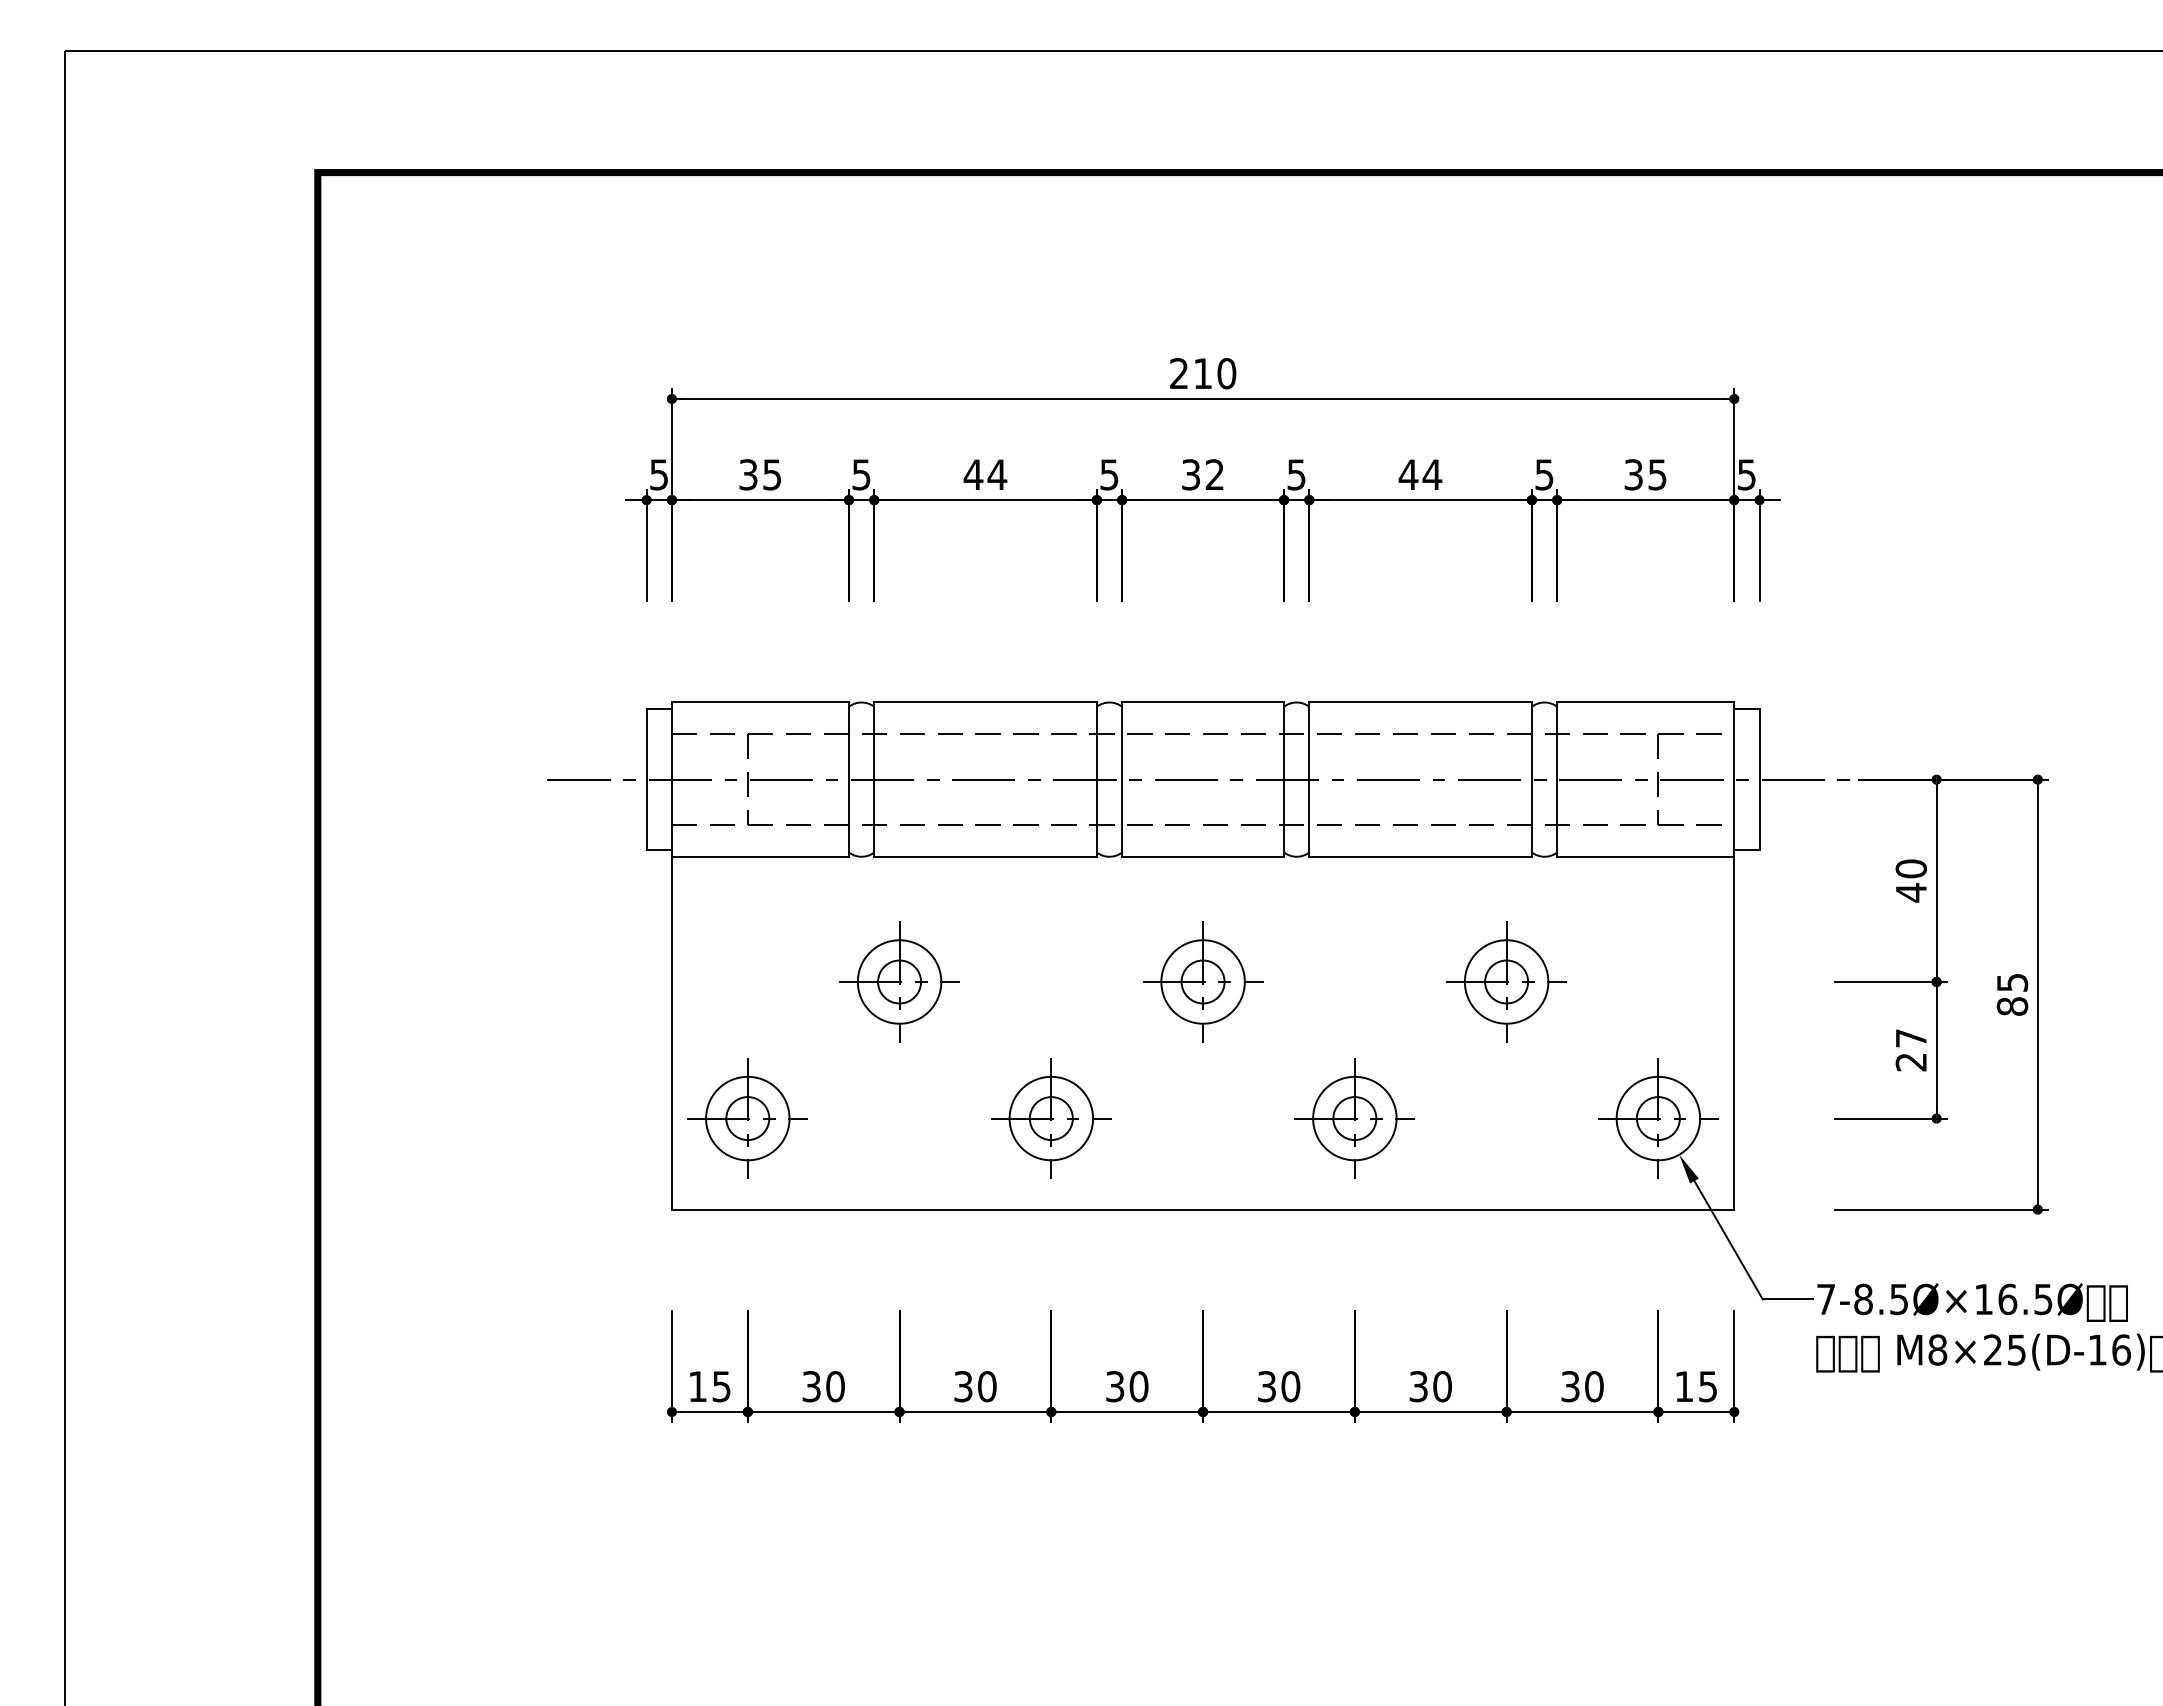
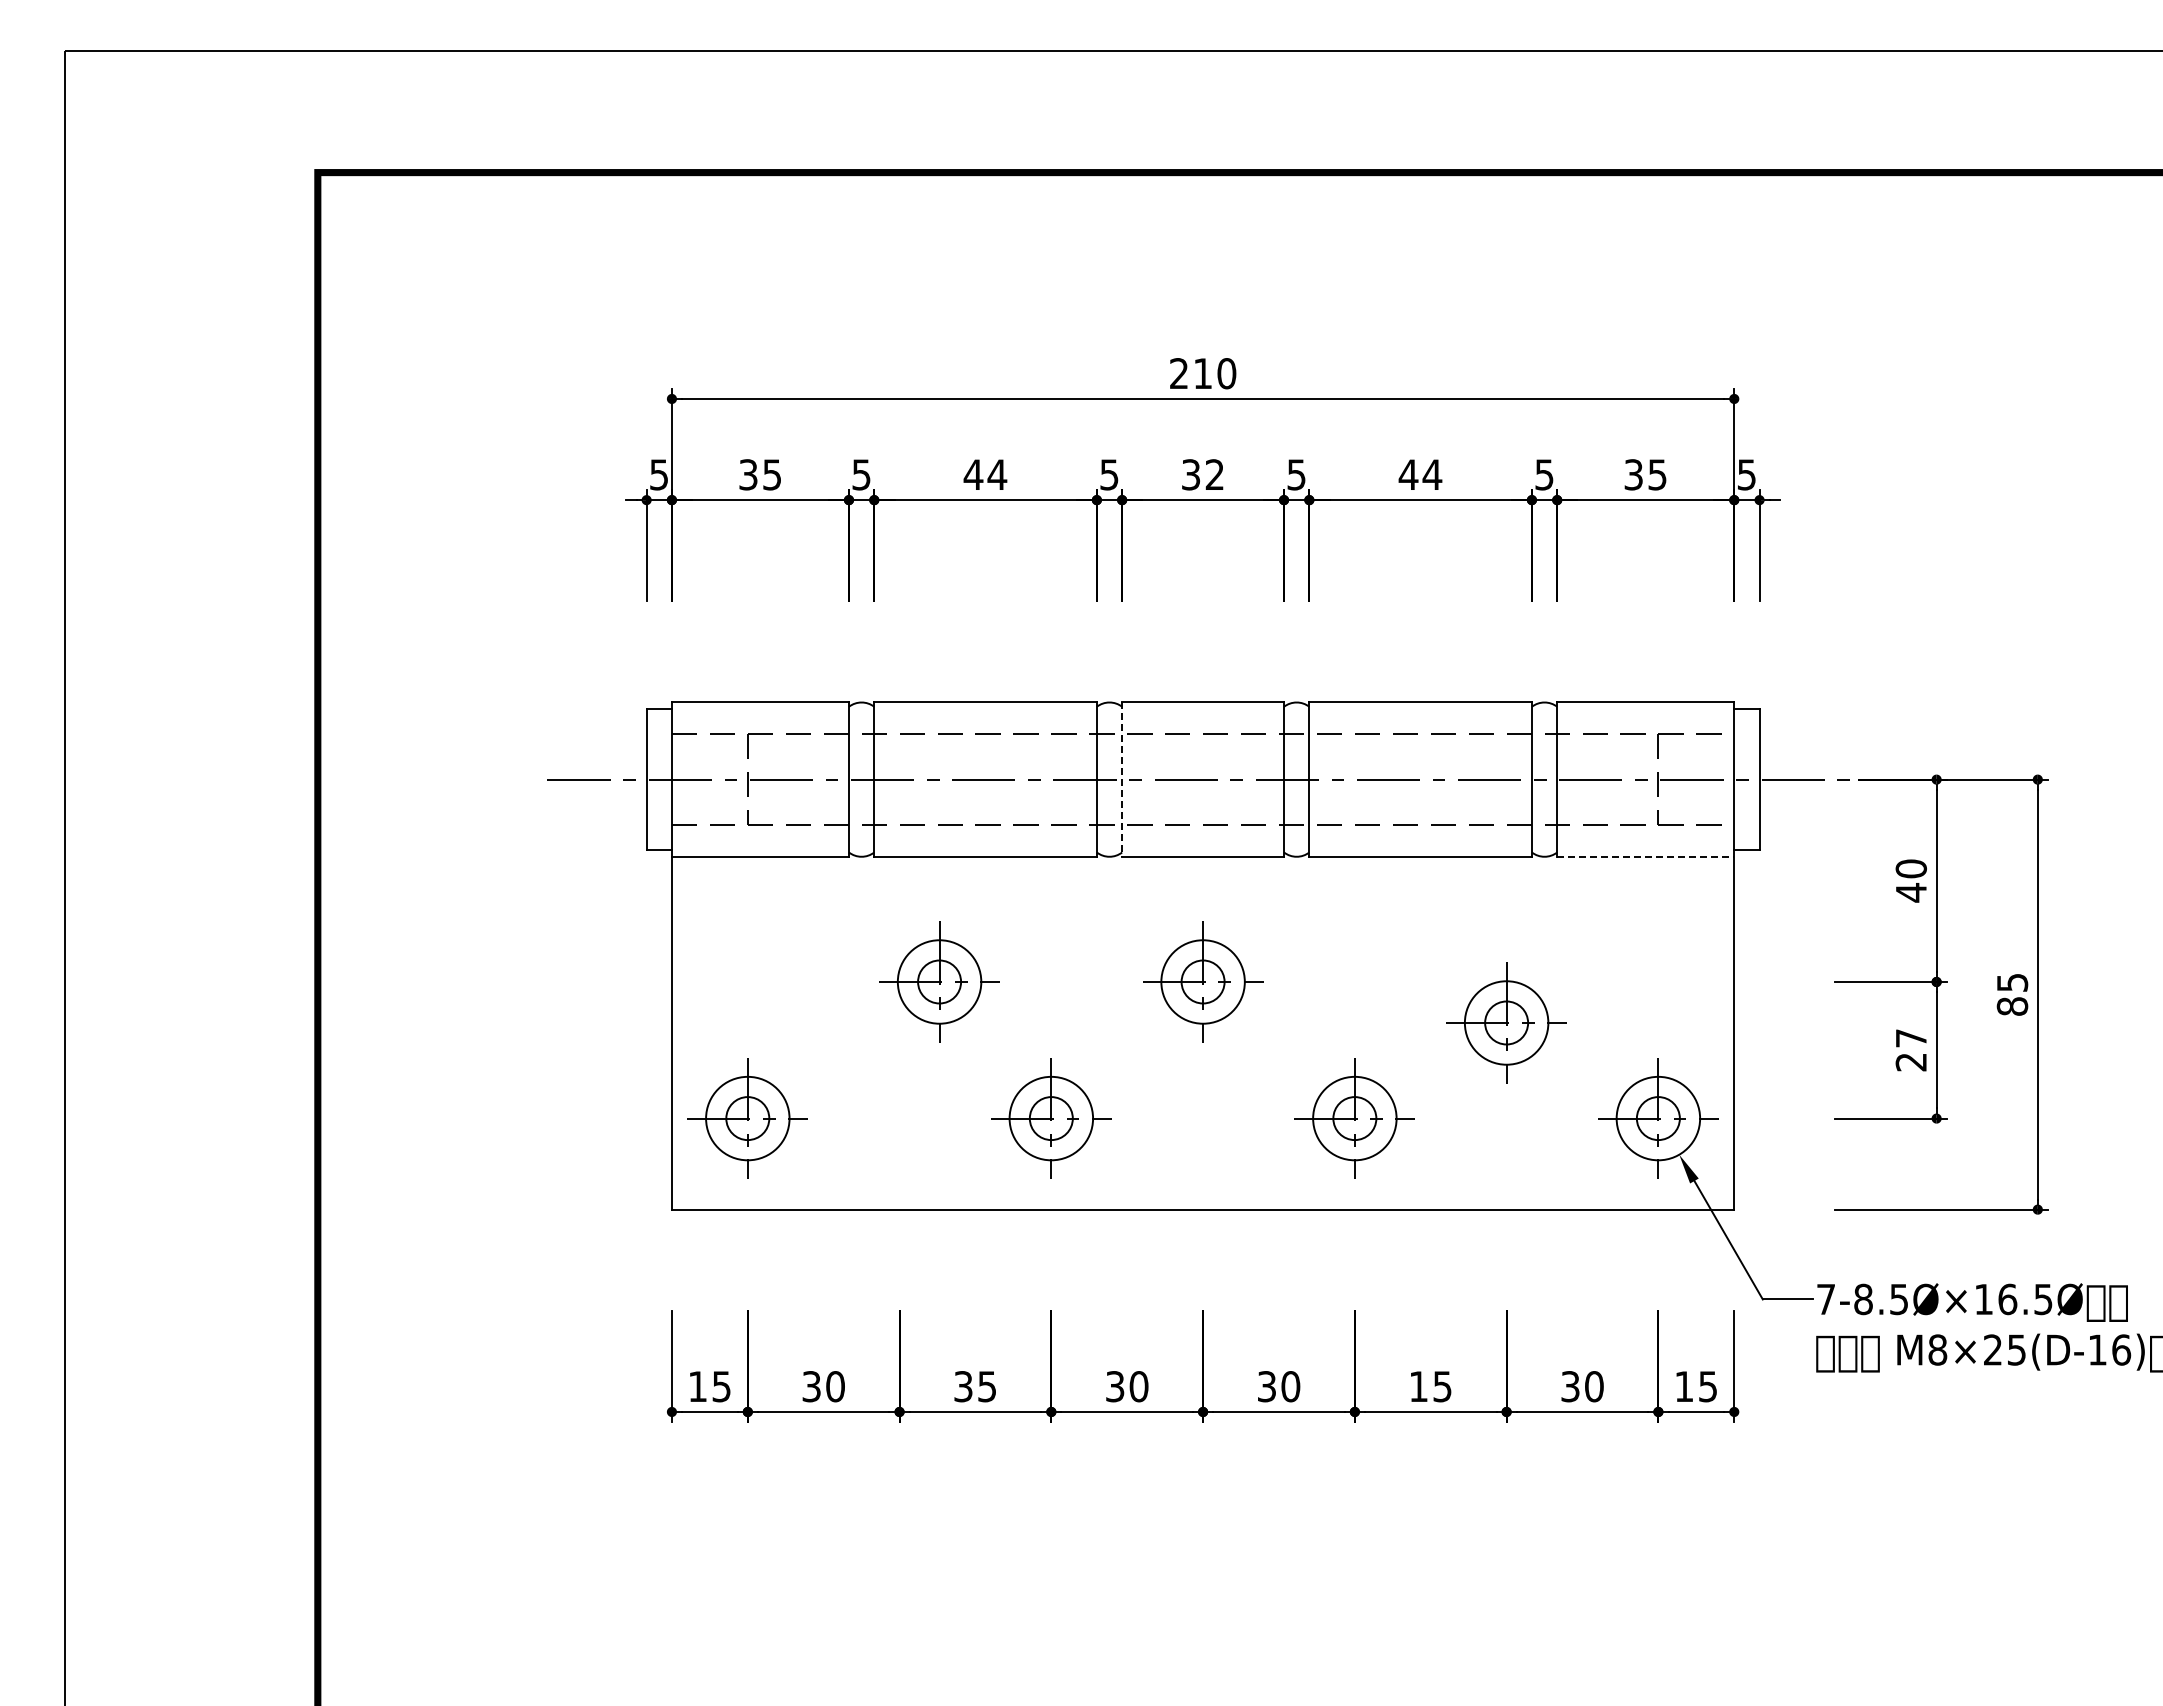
line at (1122, 780): solid -> dashed
line at (1645, 856): solid -> dashed
part at (899, 981) position: (899, 981) -> (939, 981)
part at (1506, 981) position: (1506, 981) -> (1506, 1022)
text at (987, 1386): 30 -> 35
text at (1430, 1386): 30 -> 15
